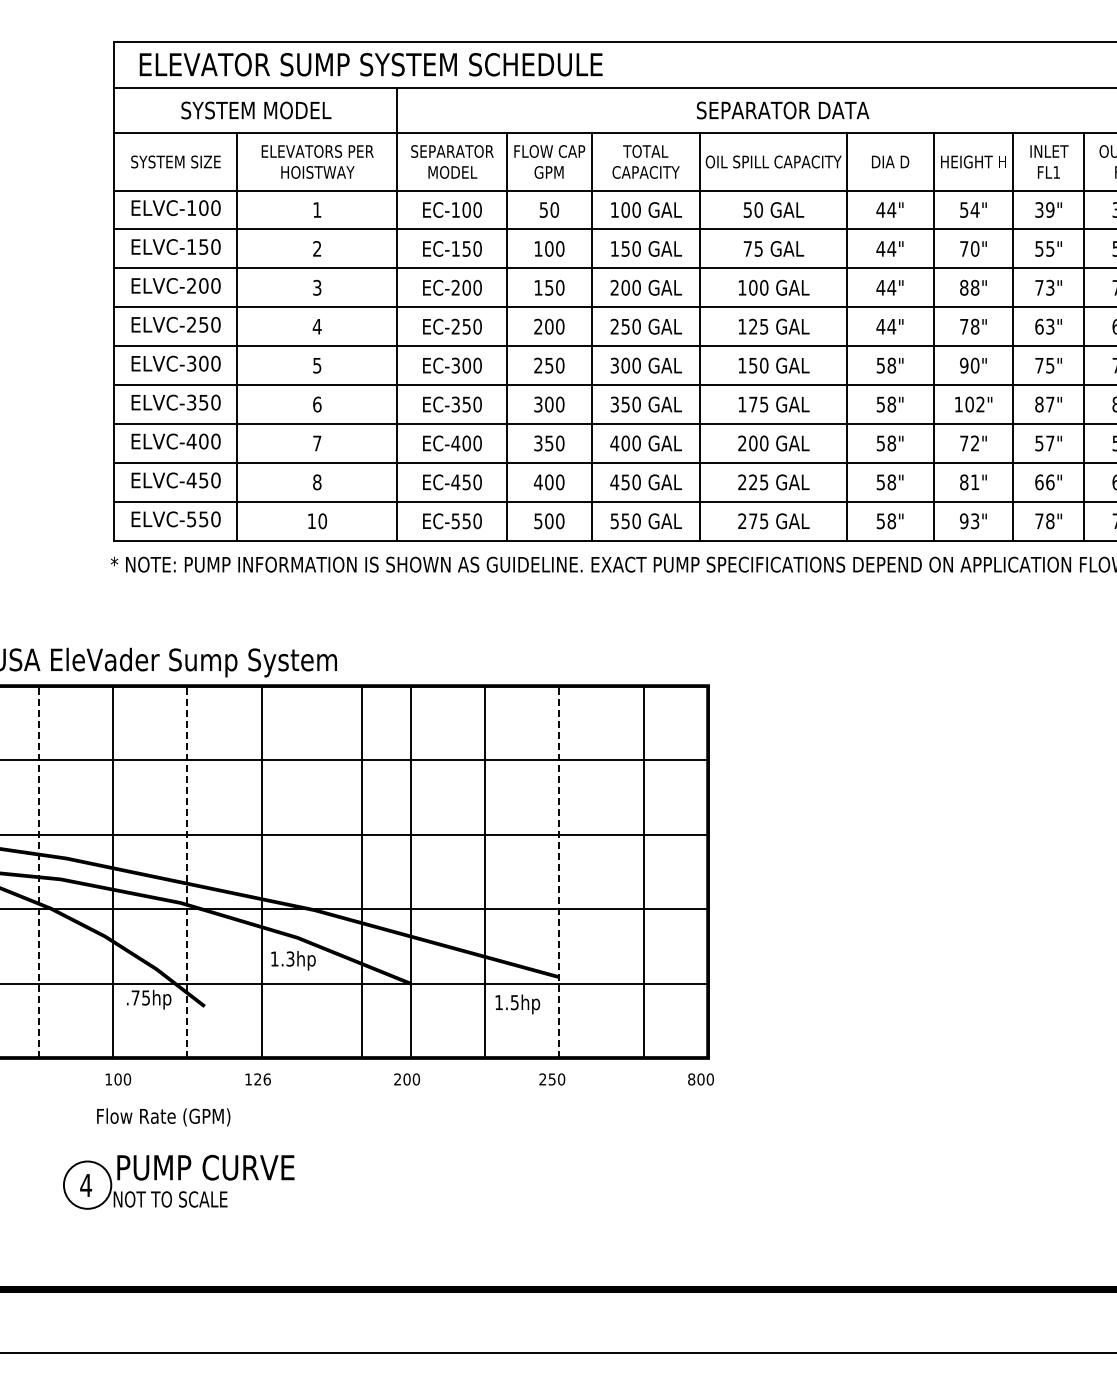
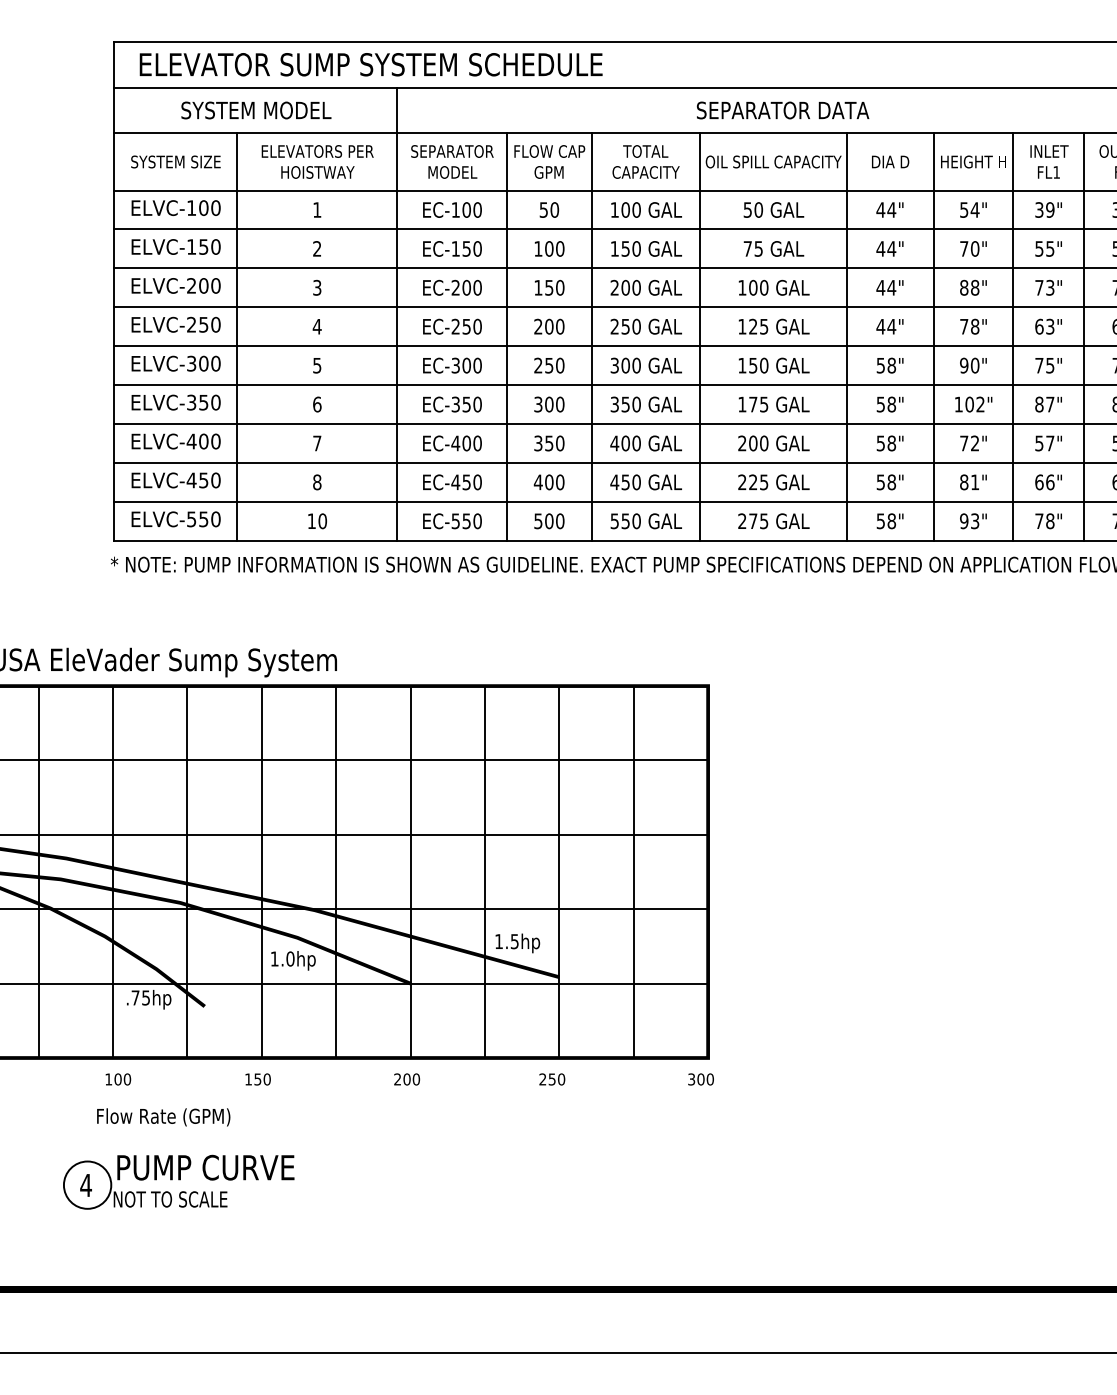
line at (38, 872): dashed -> solid
line at (187, 872): dashed -> solid
line at (362, 872) position: (362, 872) -> (336, 872)
line at (559, 872): dashed -> solid
line at (643, 872) position: (643, 872) -> (633, 872)
text at (290, 958): 1.3hp -> 1.0hp
text at (517, 1004) position: (517, 1004) -> (517, 943)
text at (262, 1079): 126 -> 150
text at (691, 1079): 800 -> 300
